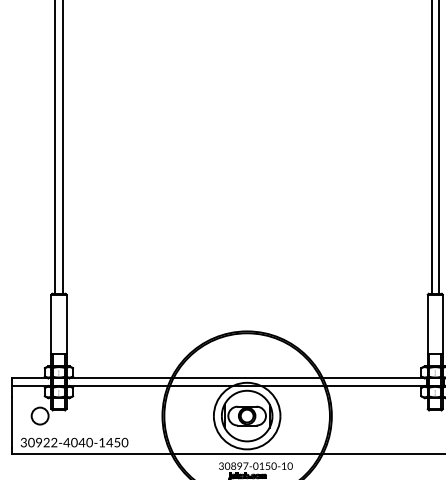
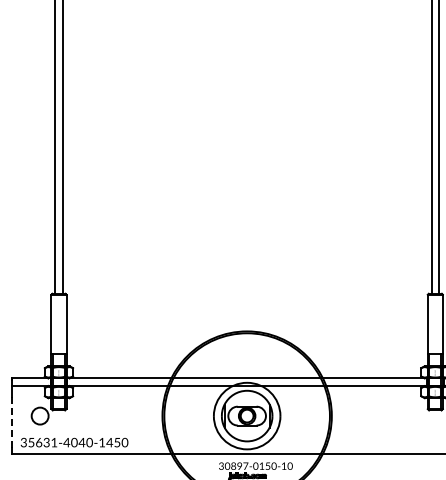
line at (11, 422): solid -> dashed
text at (42, 442): 30922-4040-1450 -> 35631-4040-1450
